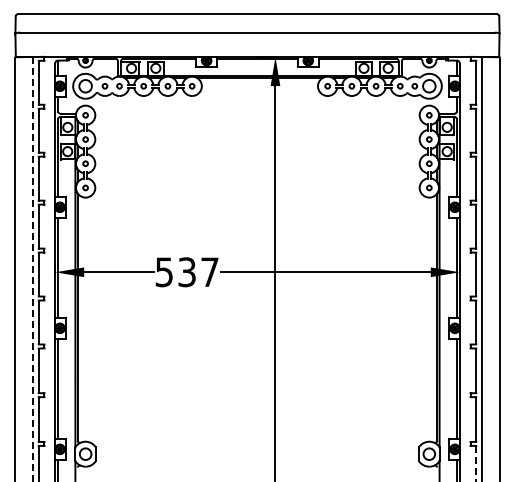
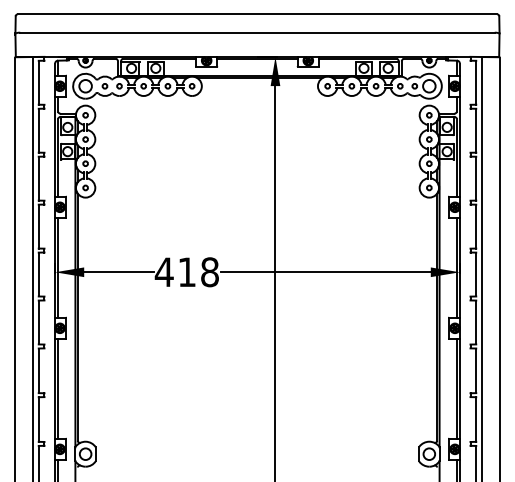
line at (33, 269): dashed -> solid
text at (186, 272): 537 -> 418
line at (476, 463): dashed -> solid
